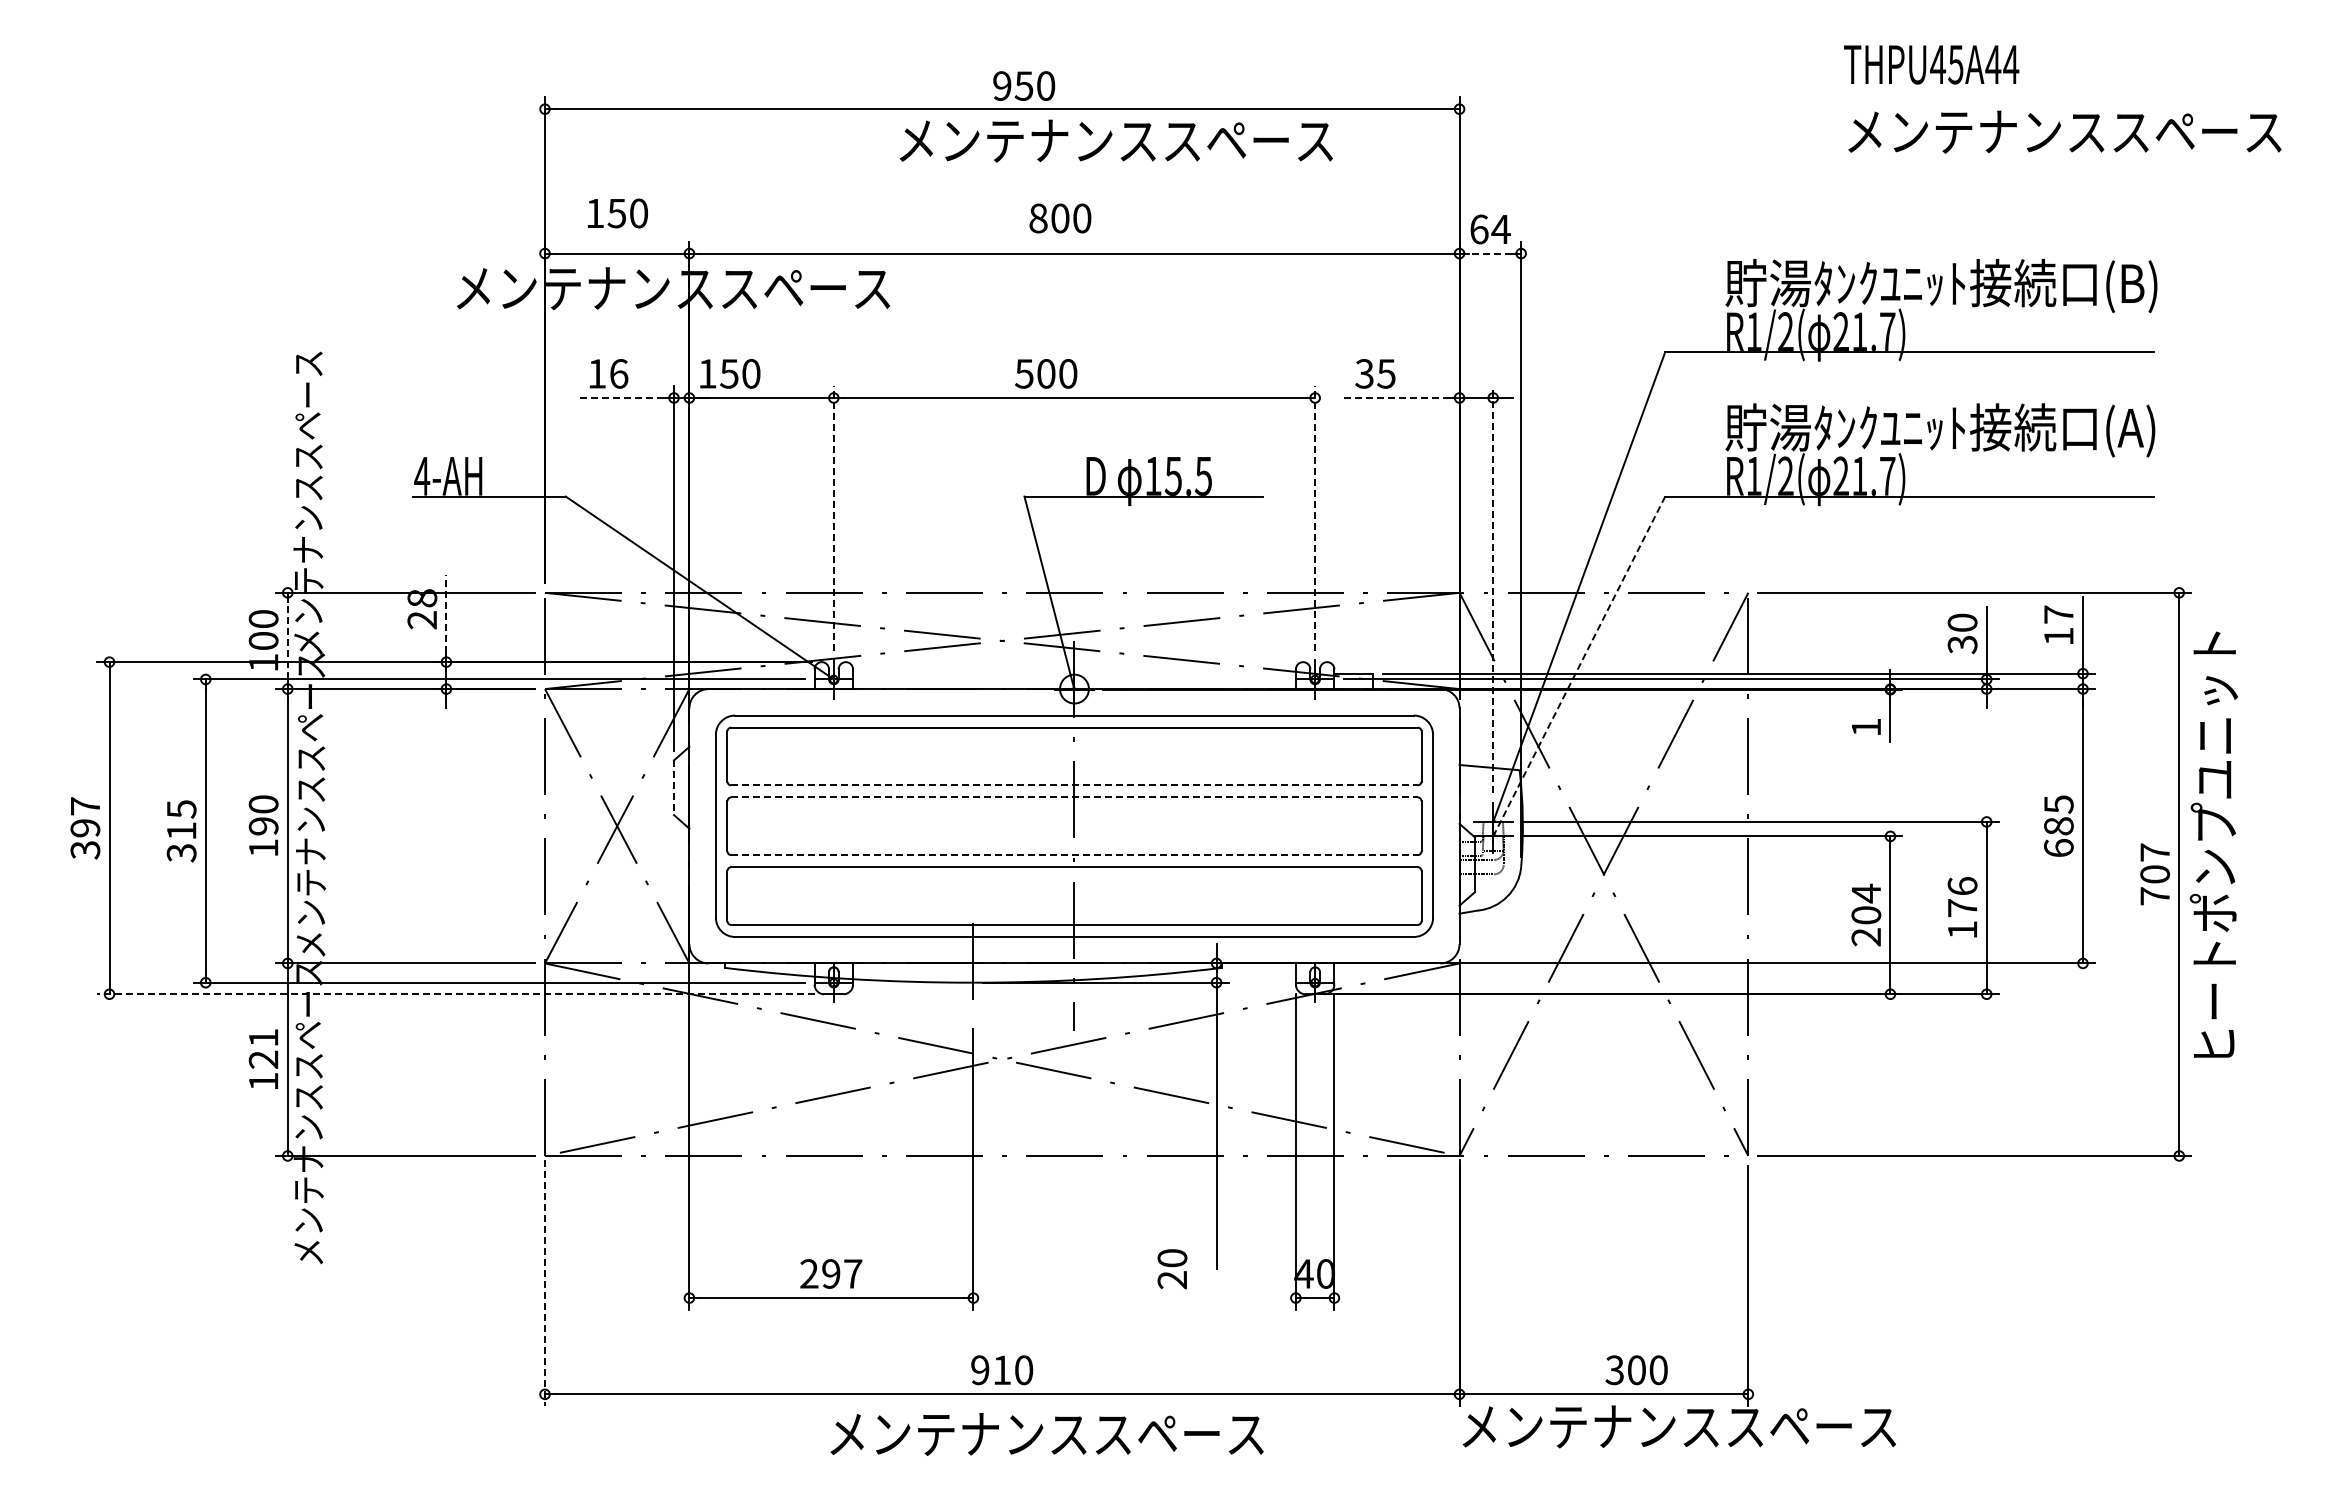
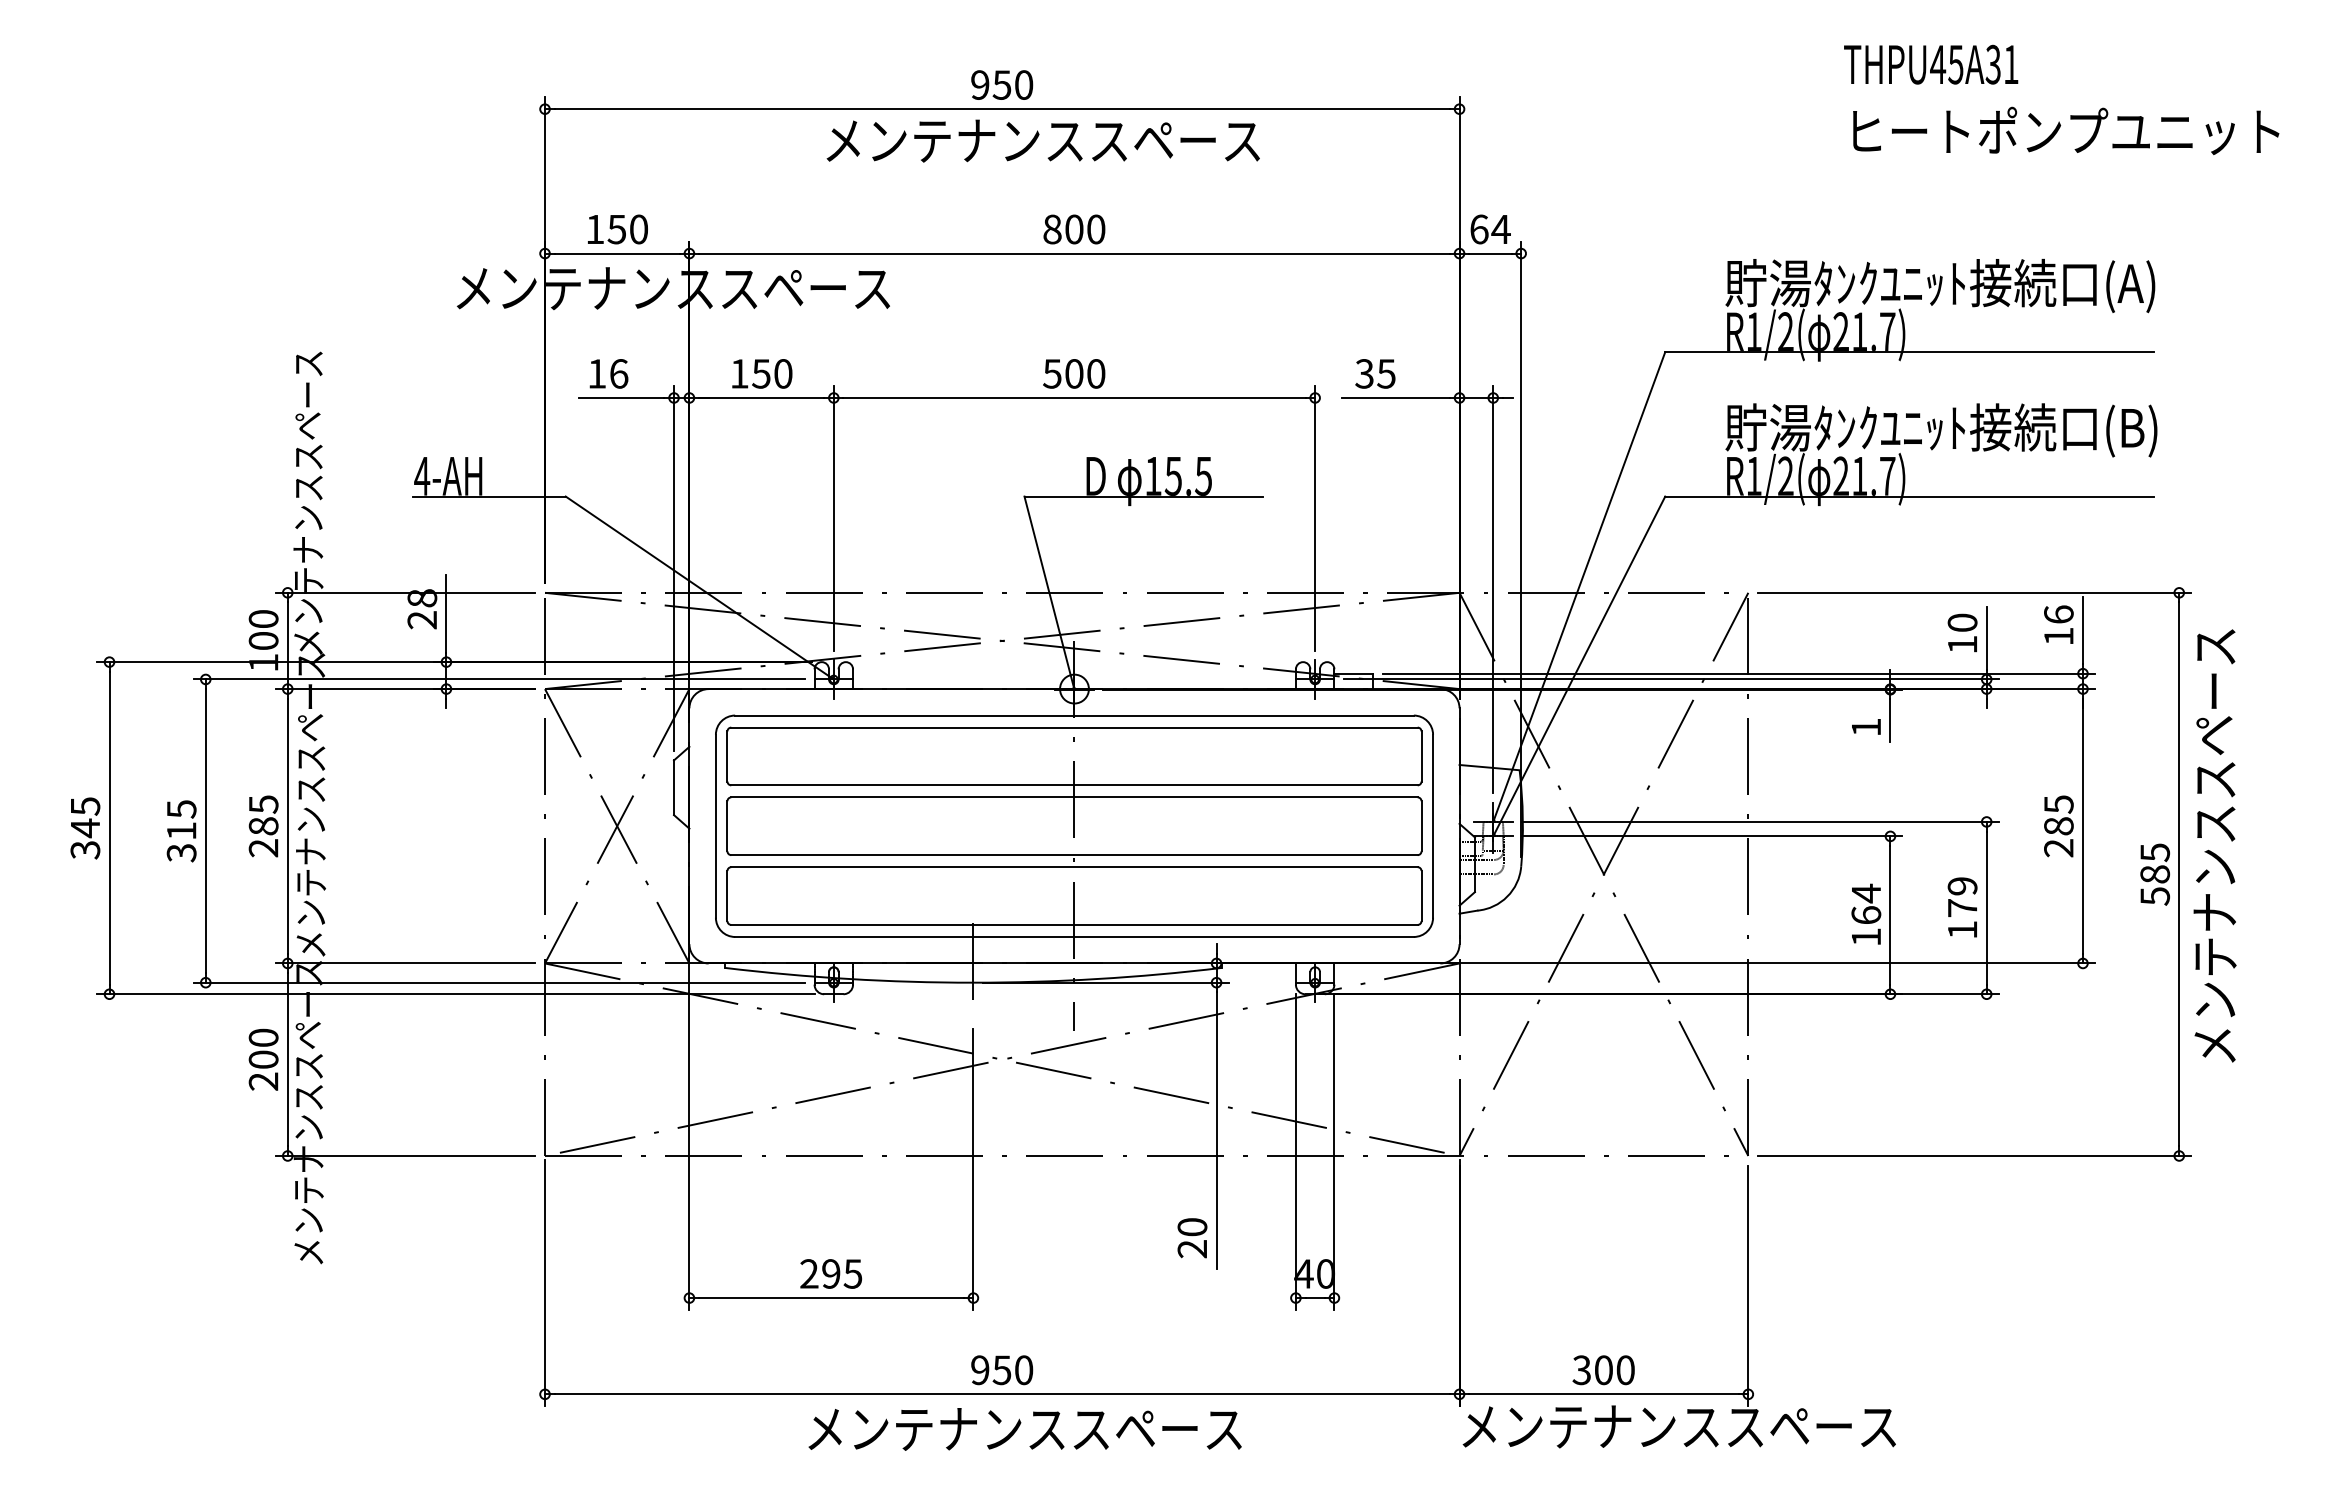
text at (2002, 64): THPU45A44 -> THPU45A31
text at (1024, 85) position: (1024, 85) -> (1002, 84)
text at (2064, 130): メンテナンススペース -> ヒートポンプユニット
text at (1115, 140) position: (1115, 140) -> (1042, 140)
text at (617, 213) position: (617, 213) -> (617, 229)
text at (1060, 218) position: (1060, 218) -> (1074, 229)
line at (1489, 253): dashed -> solid
text at (2137, 286): 貯湯ﾀﾝｸﾕﾆｯﾄ接続口(B) -> 貯湯ﾀﾝｸﾕﾆｯﾄ接続口(A)
text at (730, 373) position: (730, 373) -> (762, 373)
text at (1046, 373) position: (1046, 373) -> (1074, 373)
line at (621, 397): dashed -> solid
line at (1395, 397): dashed -> solid
text at (2137, 430): 貯湯ﾀﾝｸﾕﾆｯﾄ接続口(A) -> 貯湯ﾀﾝｸﾕﾆｯﾄ接続口(B)
line at (833, 517): dashed -> solid
line at (1315, 517): dashed -> solid
line at (1493, 589): dashed -> solid
line at (446, 614): dashed -> solid
text at (2058, 614): 17 -> 16
line at (287, 640): dashed -> solid
text at (1962, 645): 30 -> 10
line at (1579, 666): dashed -> solid
line at (1074, 785): dashed -> solid
line at (674, 788): dashed -> solid
line at (1074, 797): dashed -> solid
text at (85, 817): 397 -> 345
text at (263, 826): 190 -> 285
text at (2213, 845): ヒートポンプユニット -> メンテナンススペース
text at (2058, 848): 685 -> 285
line at (1074, 855): dashed -> solid
text at (2155, 874): 707 -> 585
text at (1962, 886): 176 -> 179
text at (1866, 926): 204 -> 164
line at (456, 994): dashed -> solid
text at (263, 1059): 121 -> 200
text at (1172, 1269) position: (1172, 1269) -> (1192, 1238)
text at (852, 1273): 297 -> 295
line at (545, 1283): dashed -> solid
text at (1001, 1370): 910 -> 950
text at (1636, 1370) position: (1636, 1370) -> (1603, 1370)
text at (1046, 1434) position: (1046, 1434) -> (1024, 1429)
